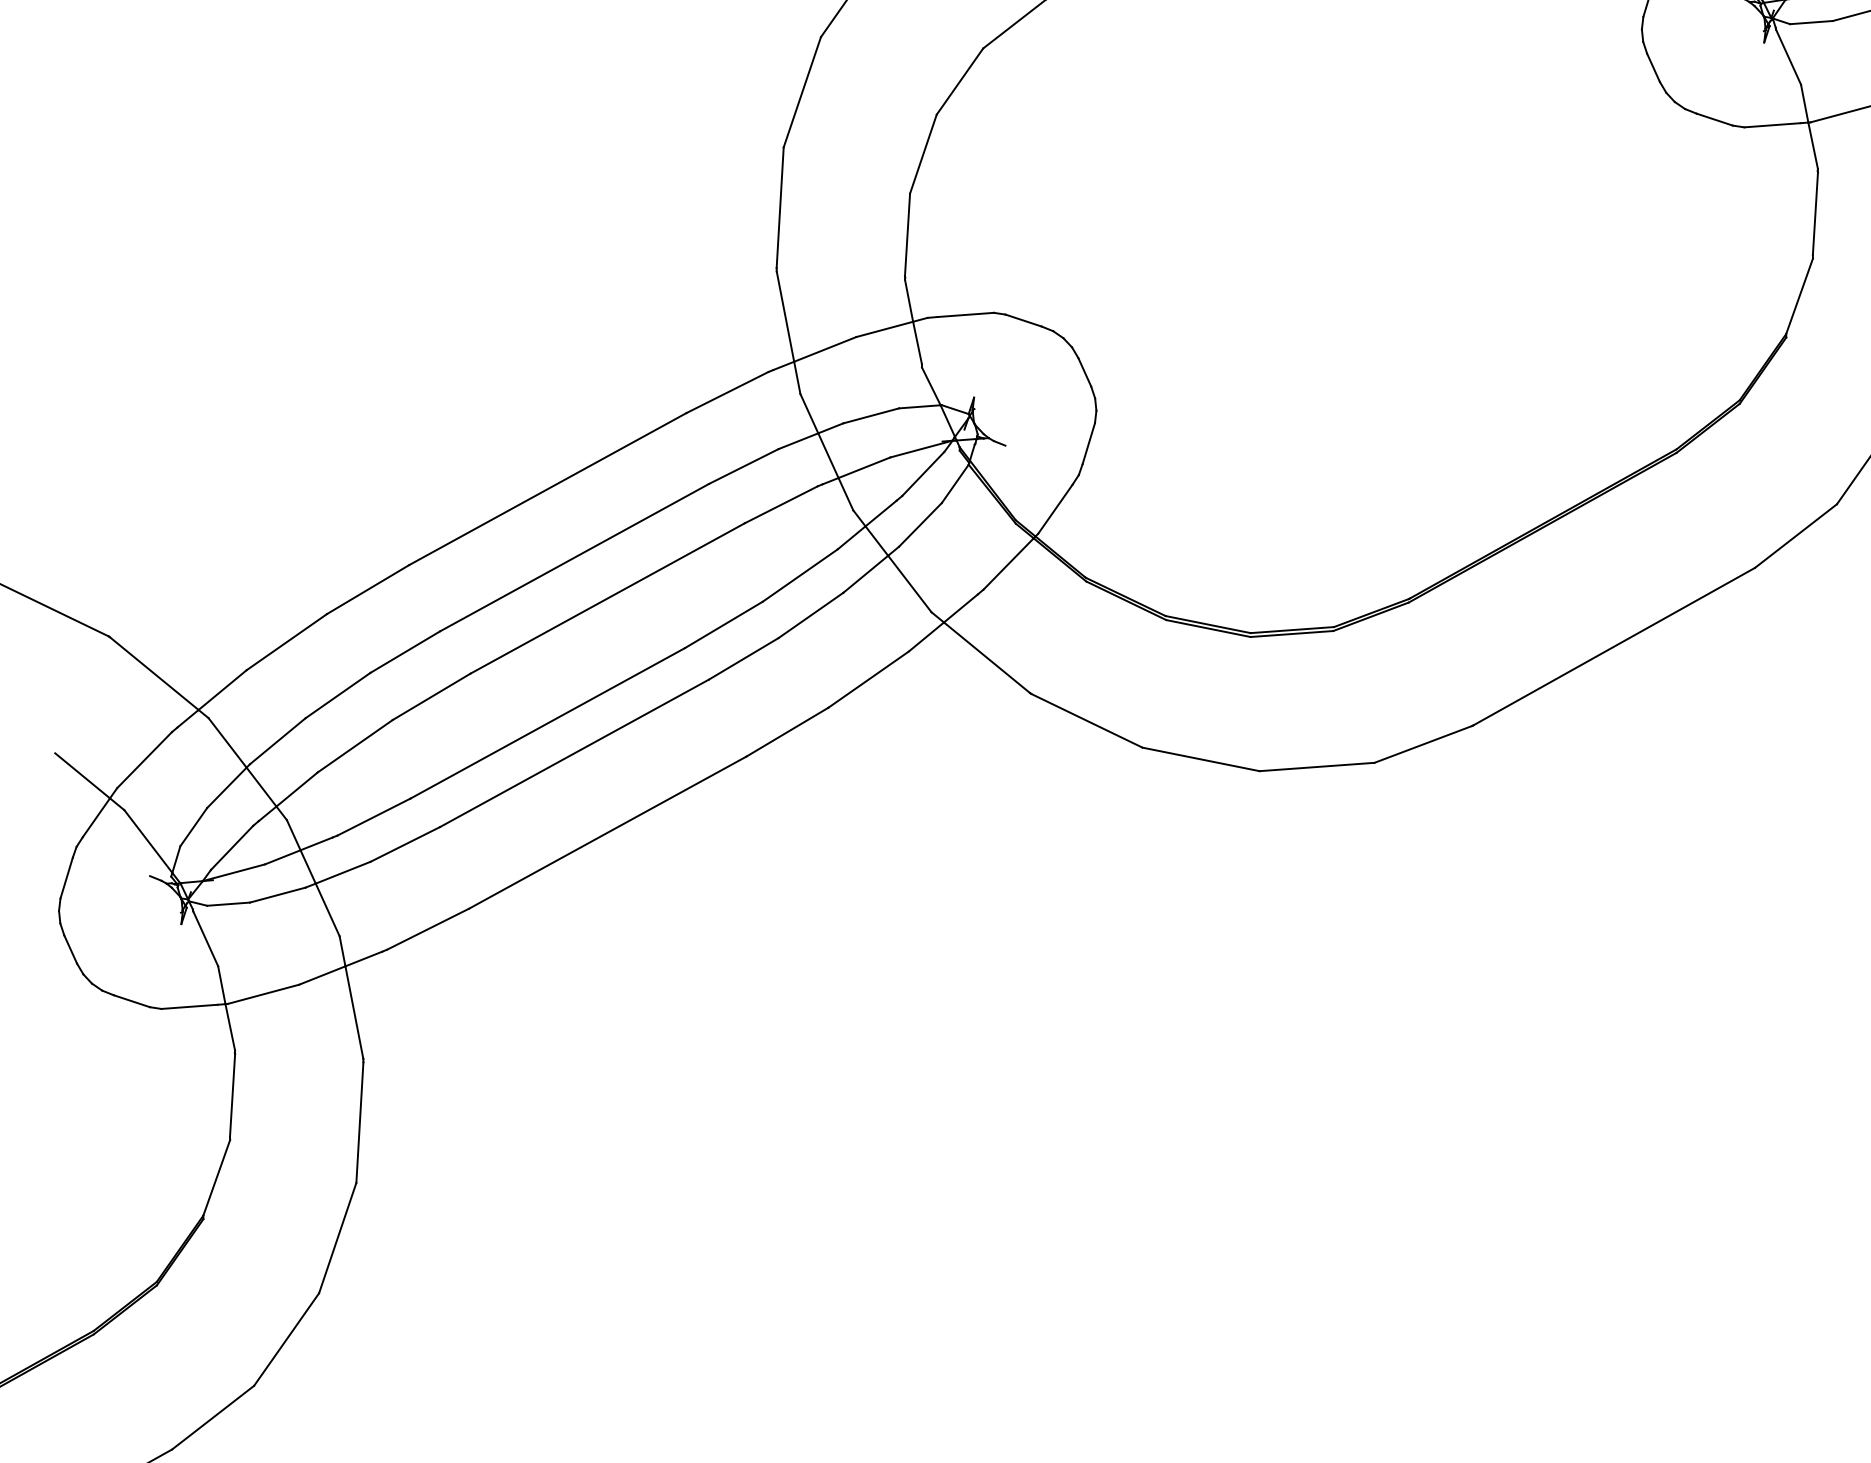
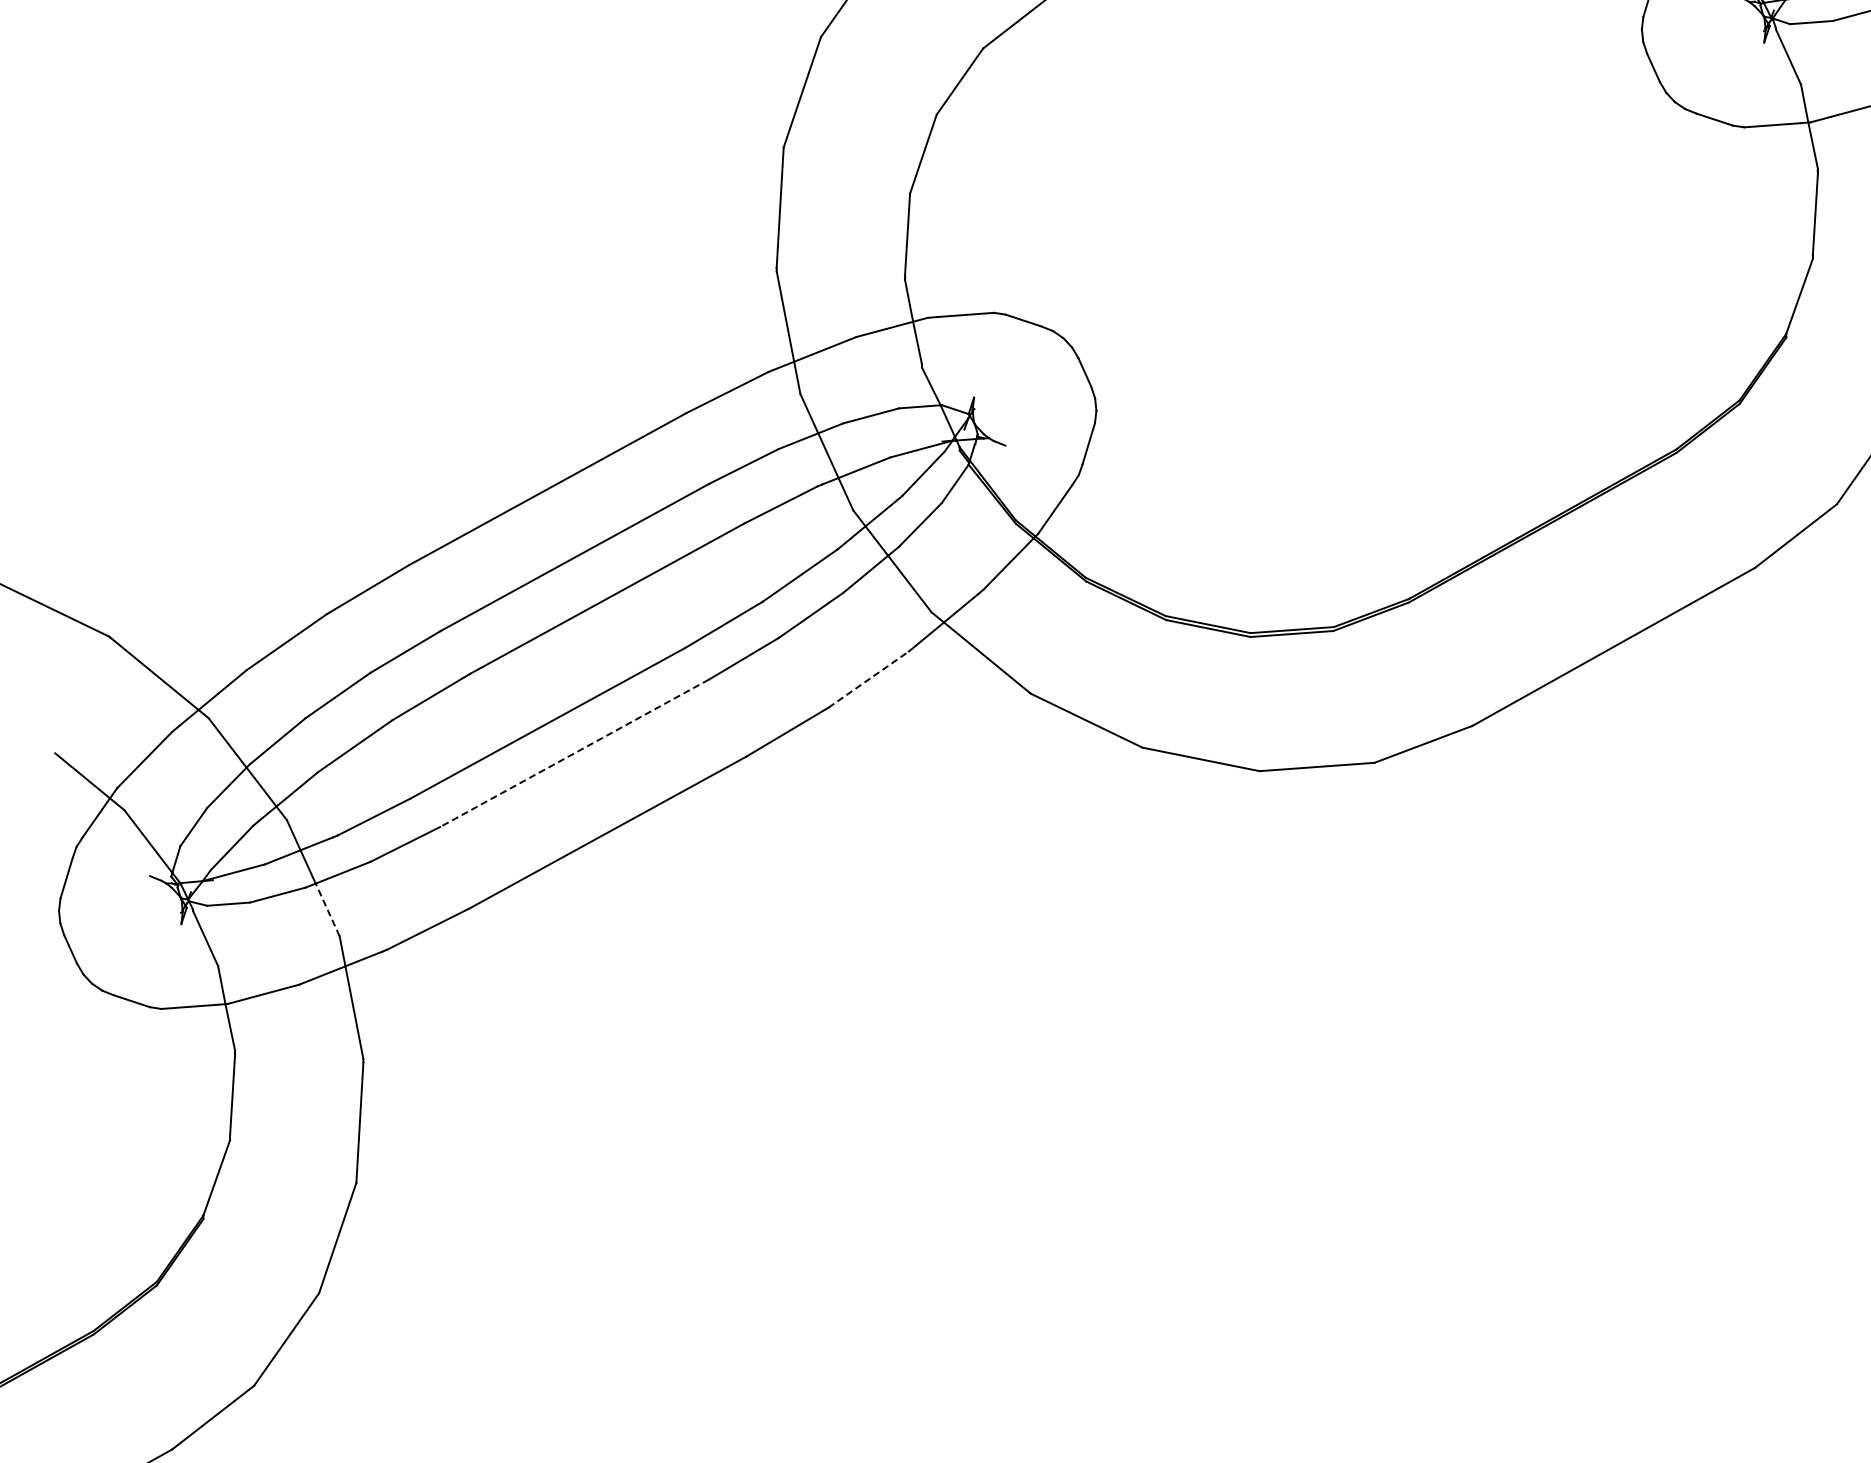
line at (869, 679): solid -> dashed
line at (574, 753): solid -> dashed
line at (327, 909): solid -> dashed
